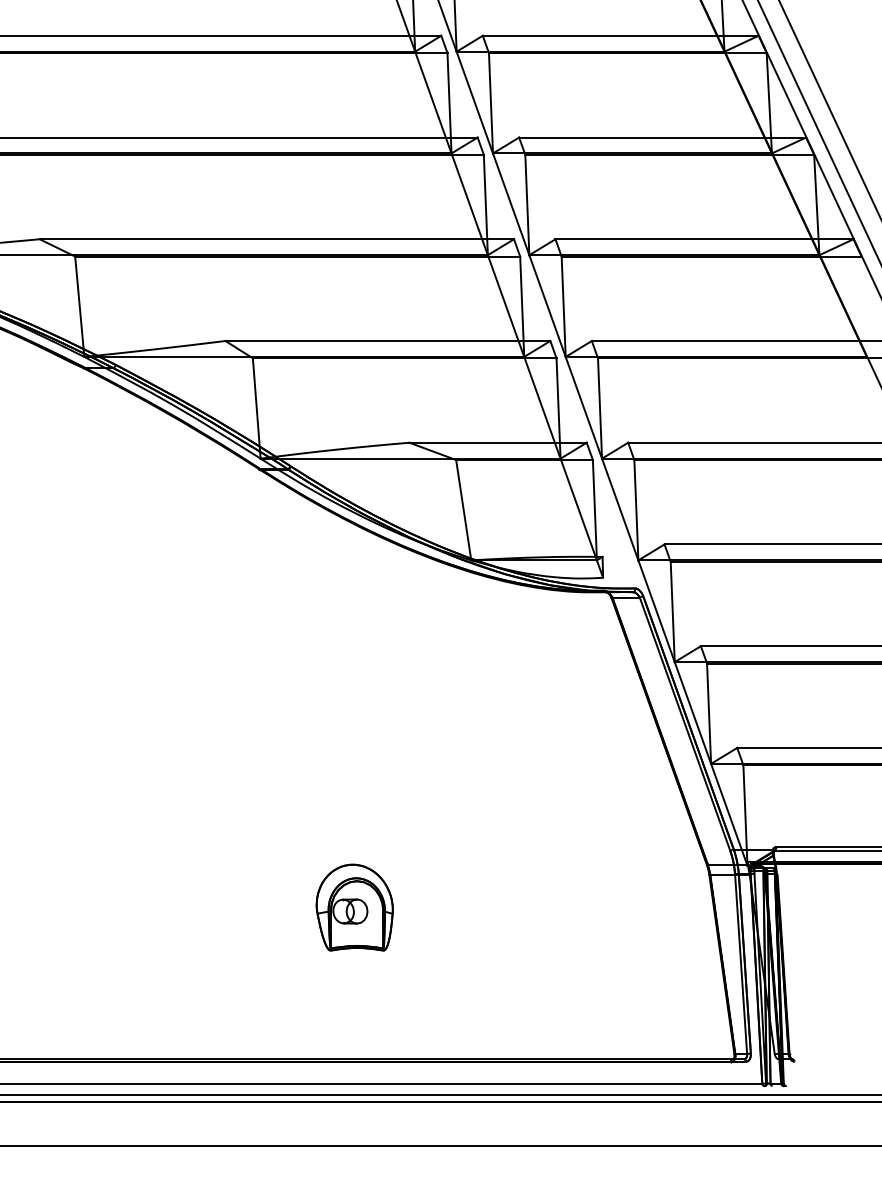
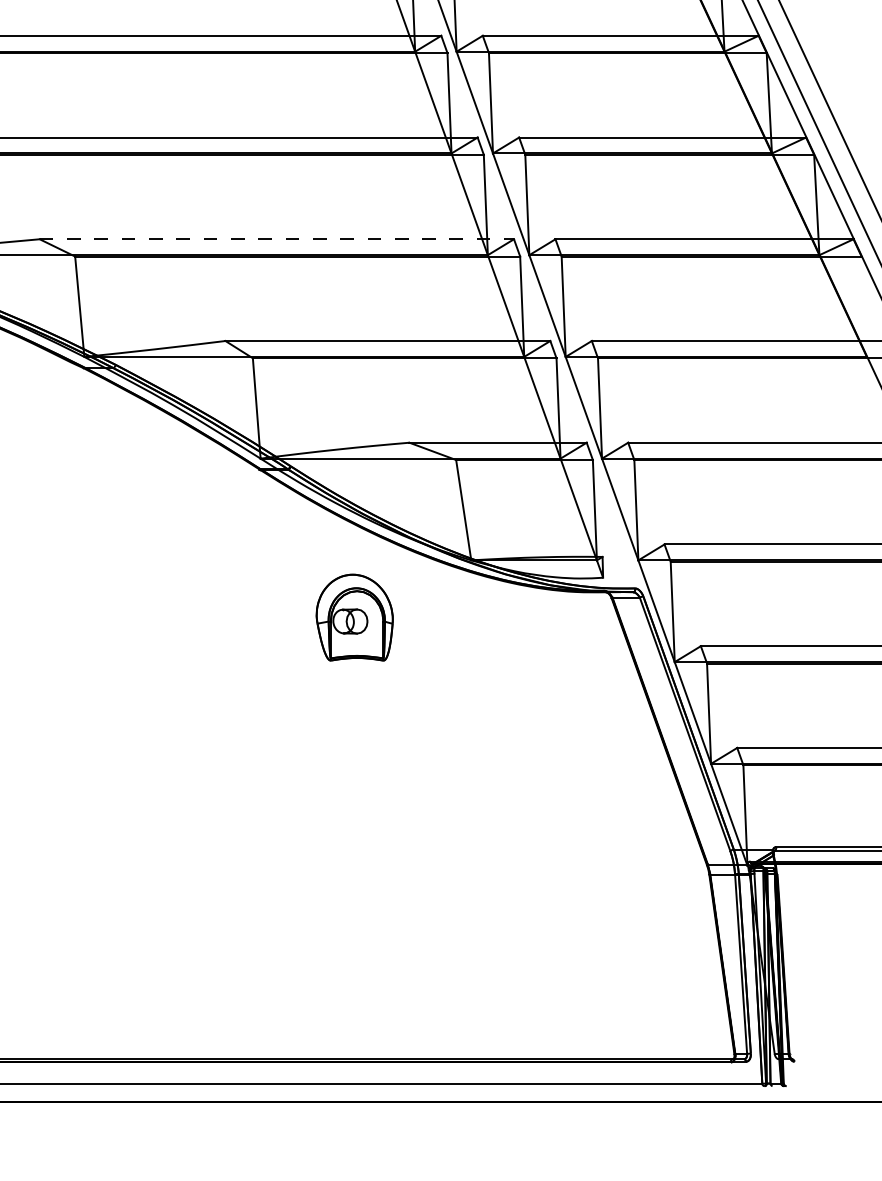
line at (277, 239): solid -> dashed
part at (354, 907) position: (354, 907) -> (354, 617)
line at (440, 1094): present -> none
line at (440, 1145): present -> none
